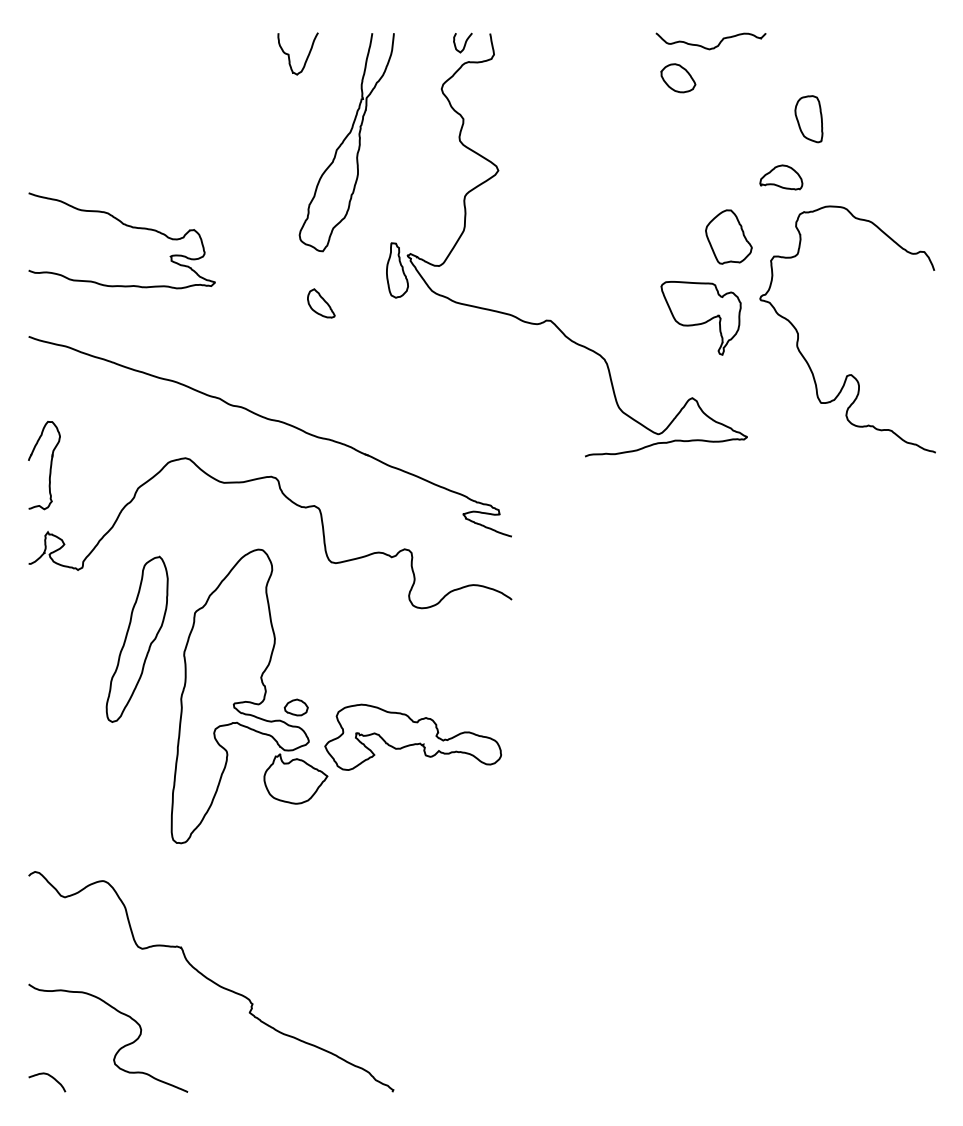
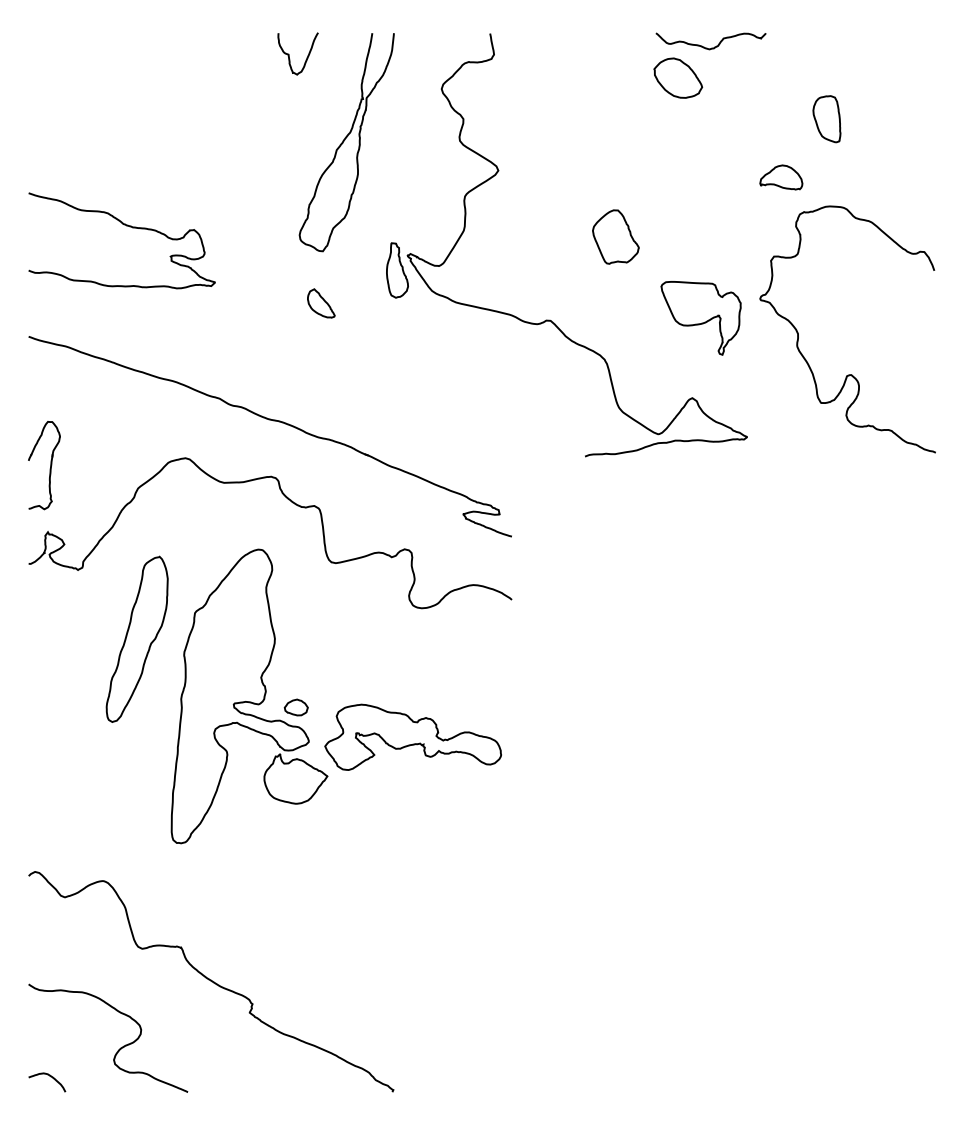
curve at (464, 42): present -> none
part at (678, 78) size: 37x31 px -> 51x42 px
part at (808, 119) position: (808, 119) -> (826, 119)
part at (728, 236) position: (728, 236) -> (615, 236)
